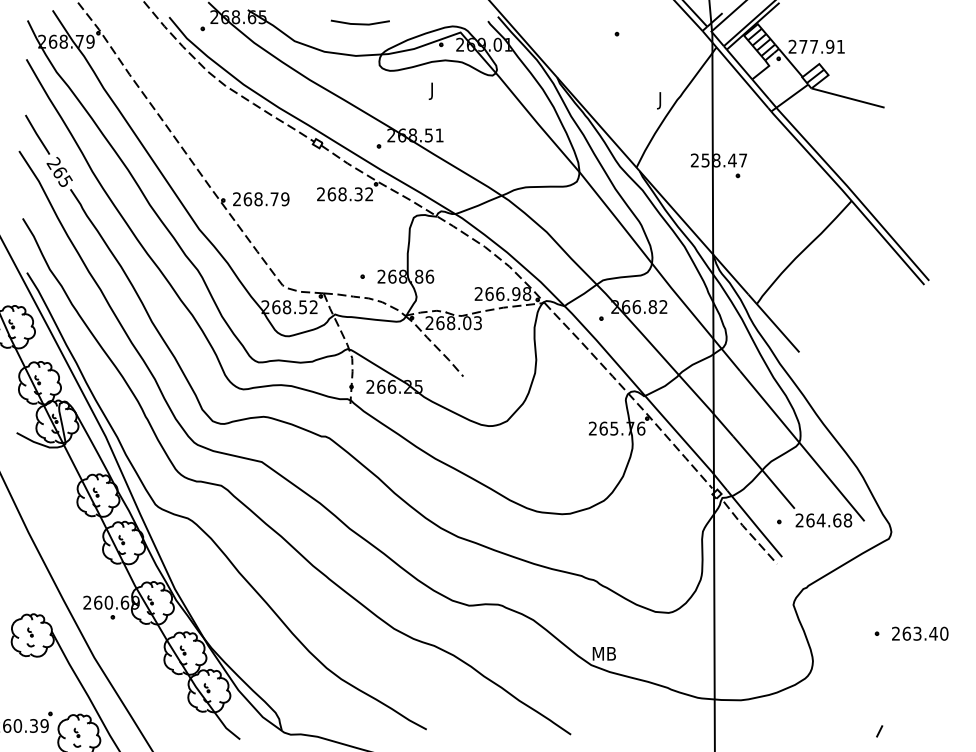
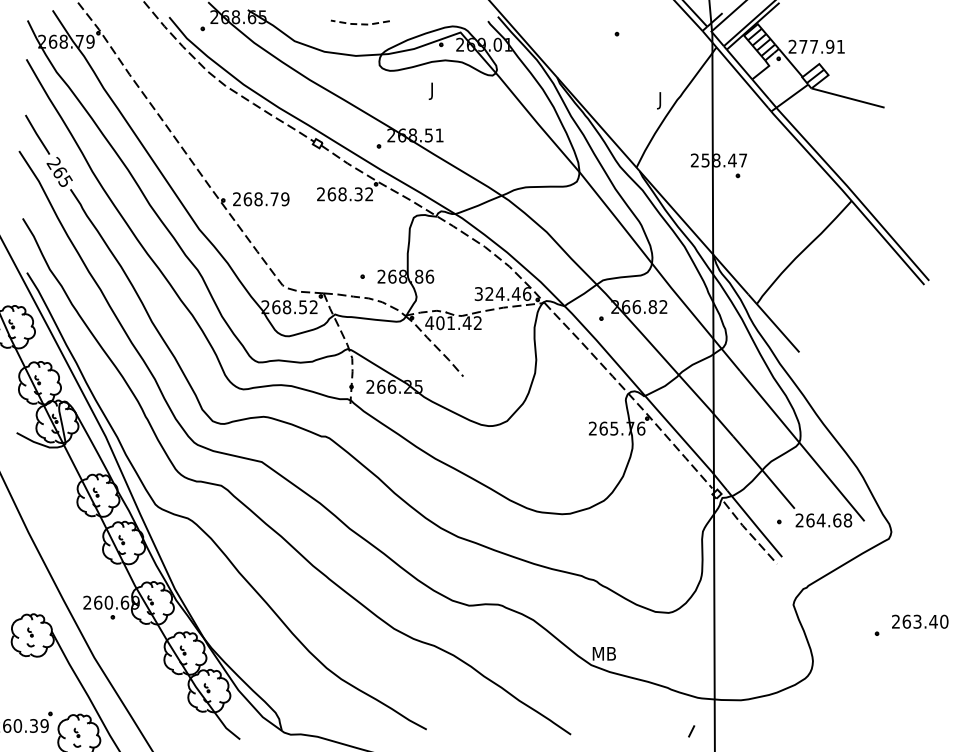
line at (360, 24): solid -> dashed
text at (502, 294): 266.98 -> 324.46
text at (453, 323): 268.03 -> 401.42
text at (920, 633) position: (920, 633) -> (920, 621)
line at (879, 731) position: (879, 731) -> (691, 731)
